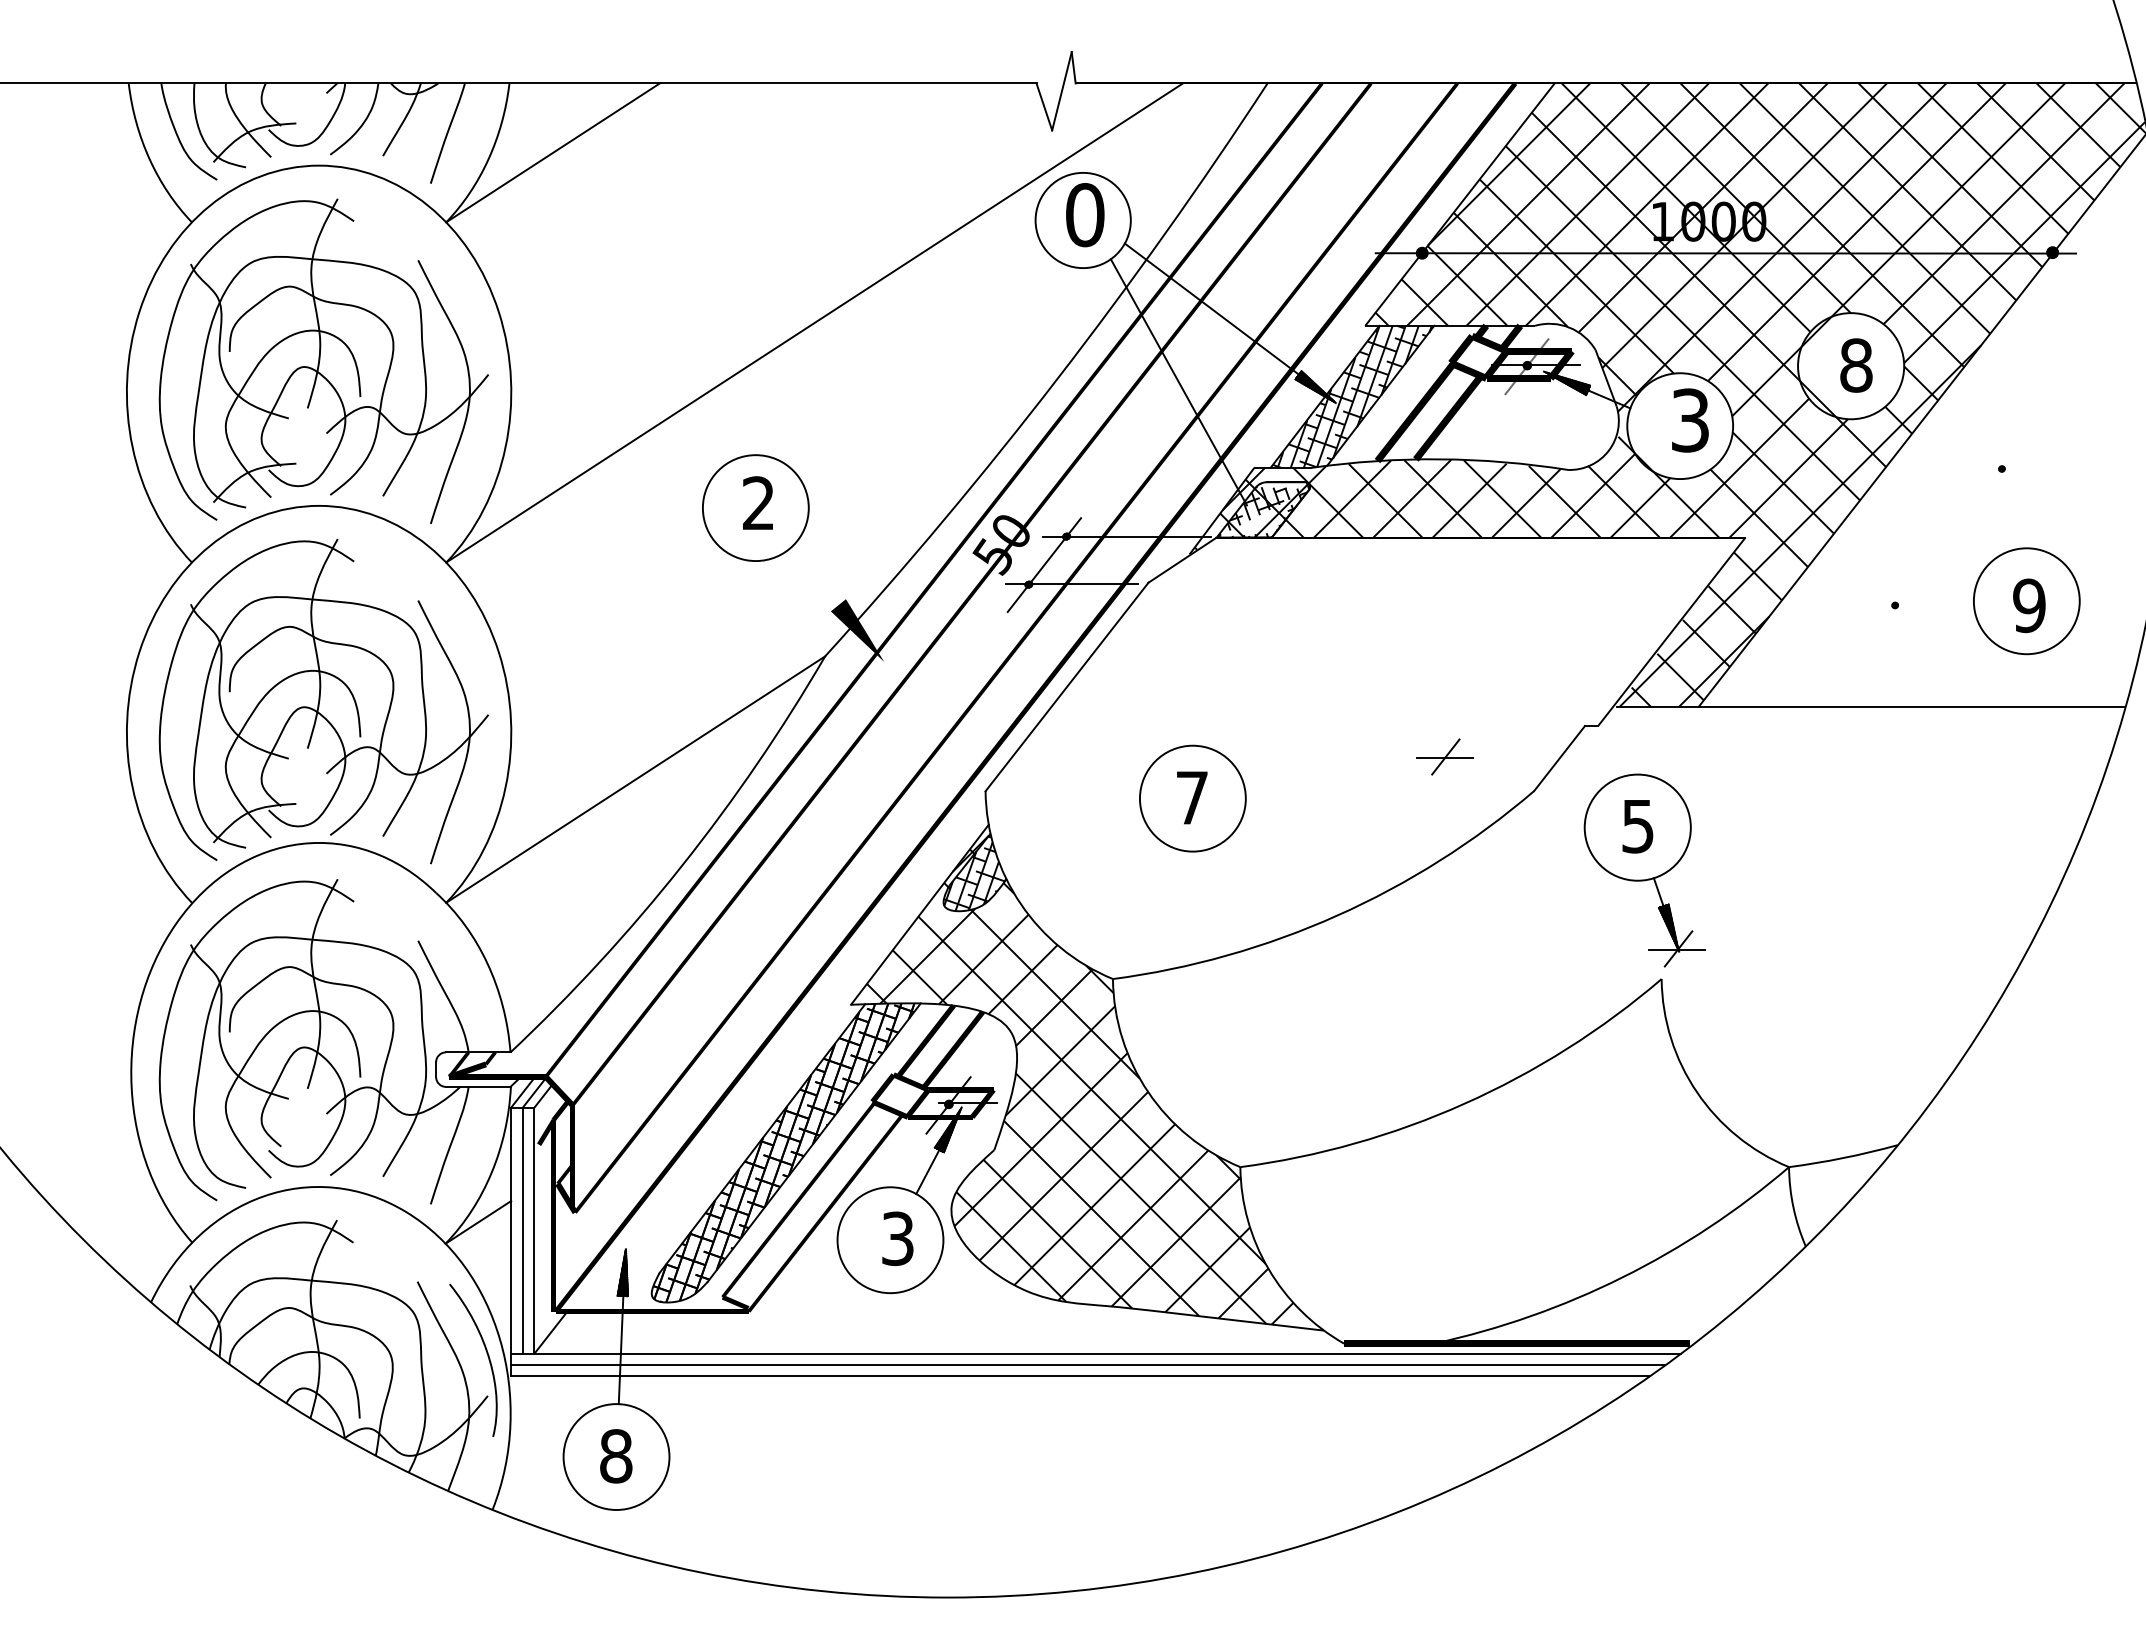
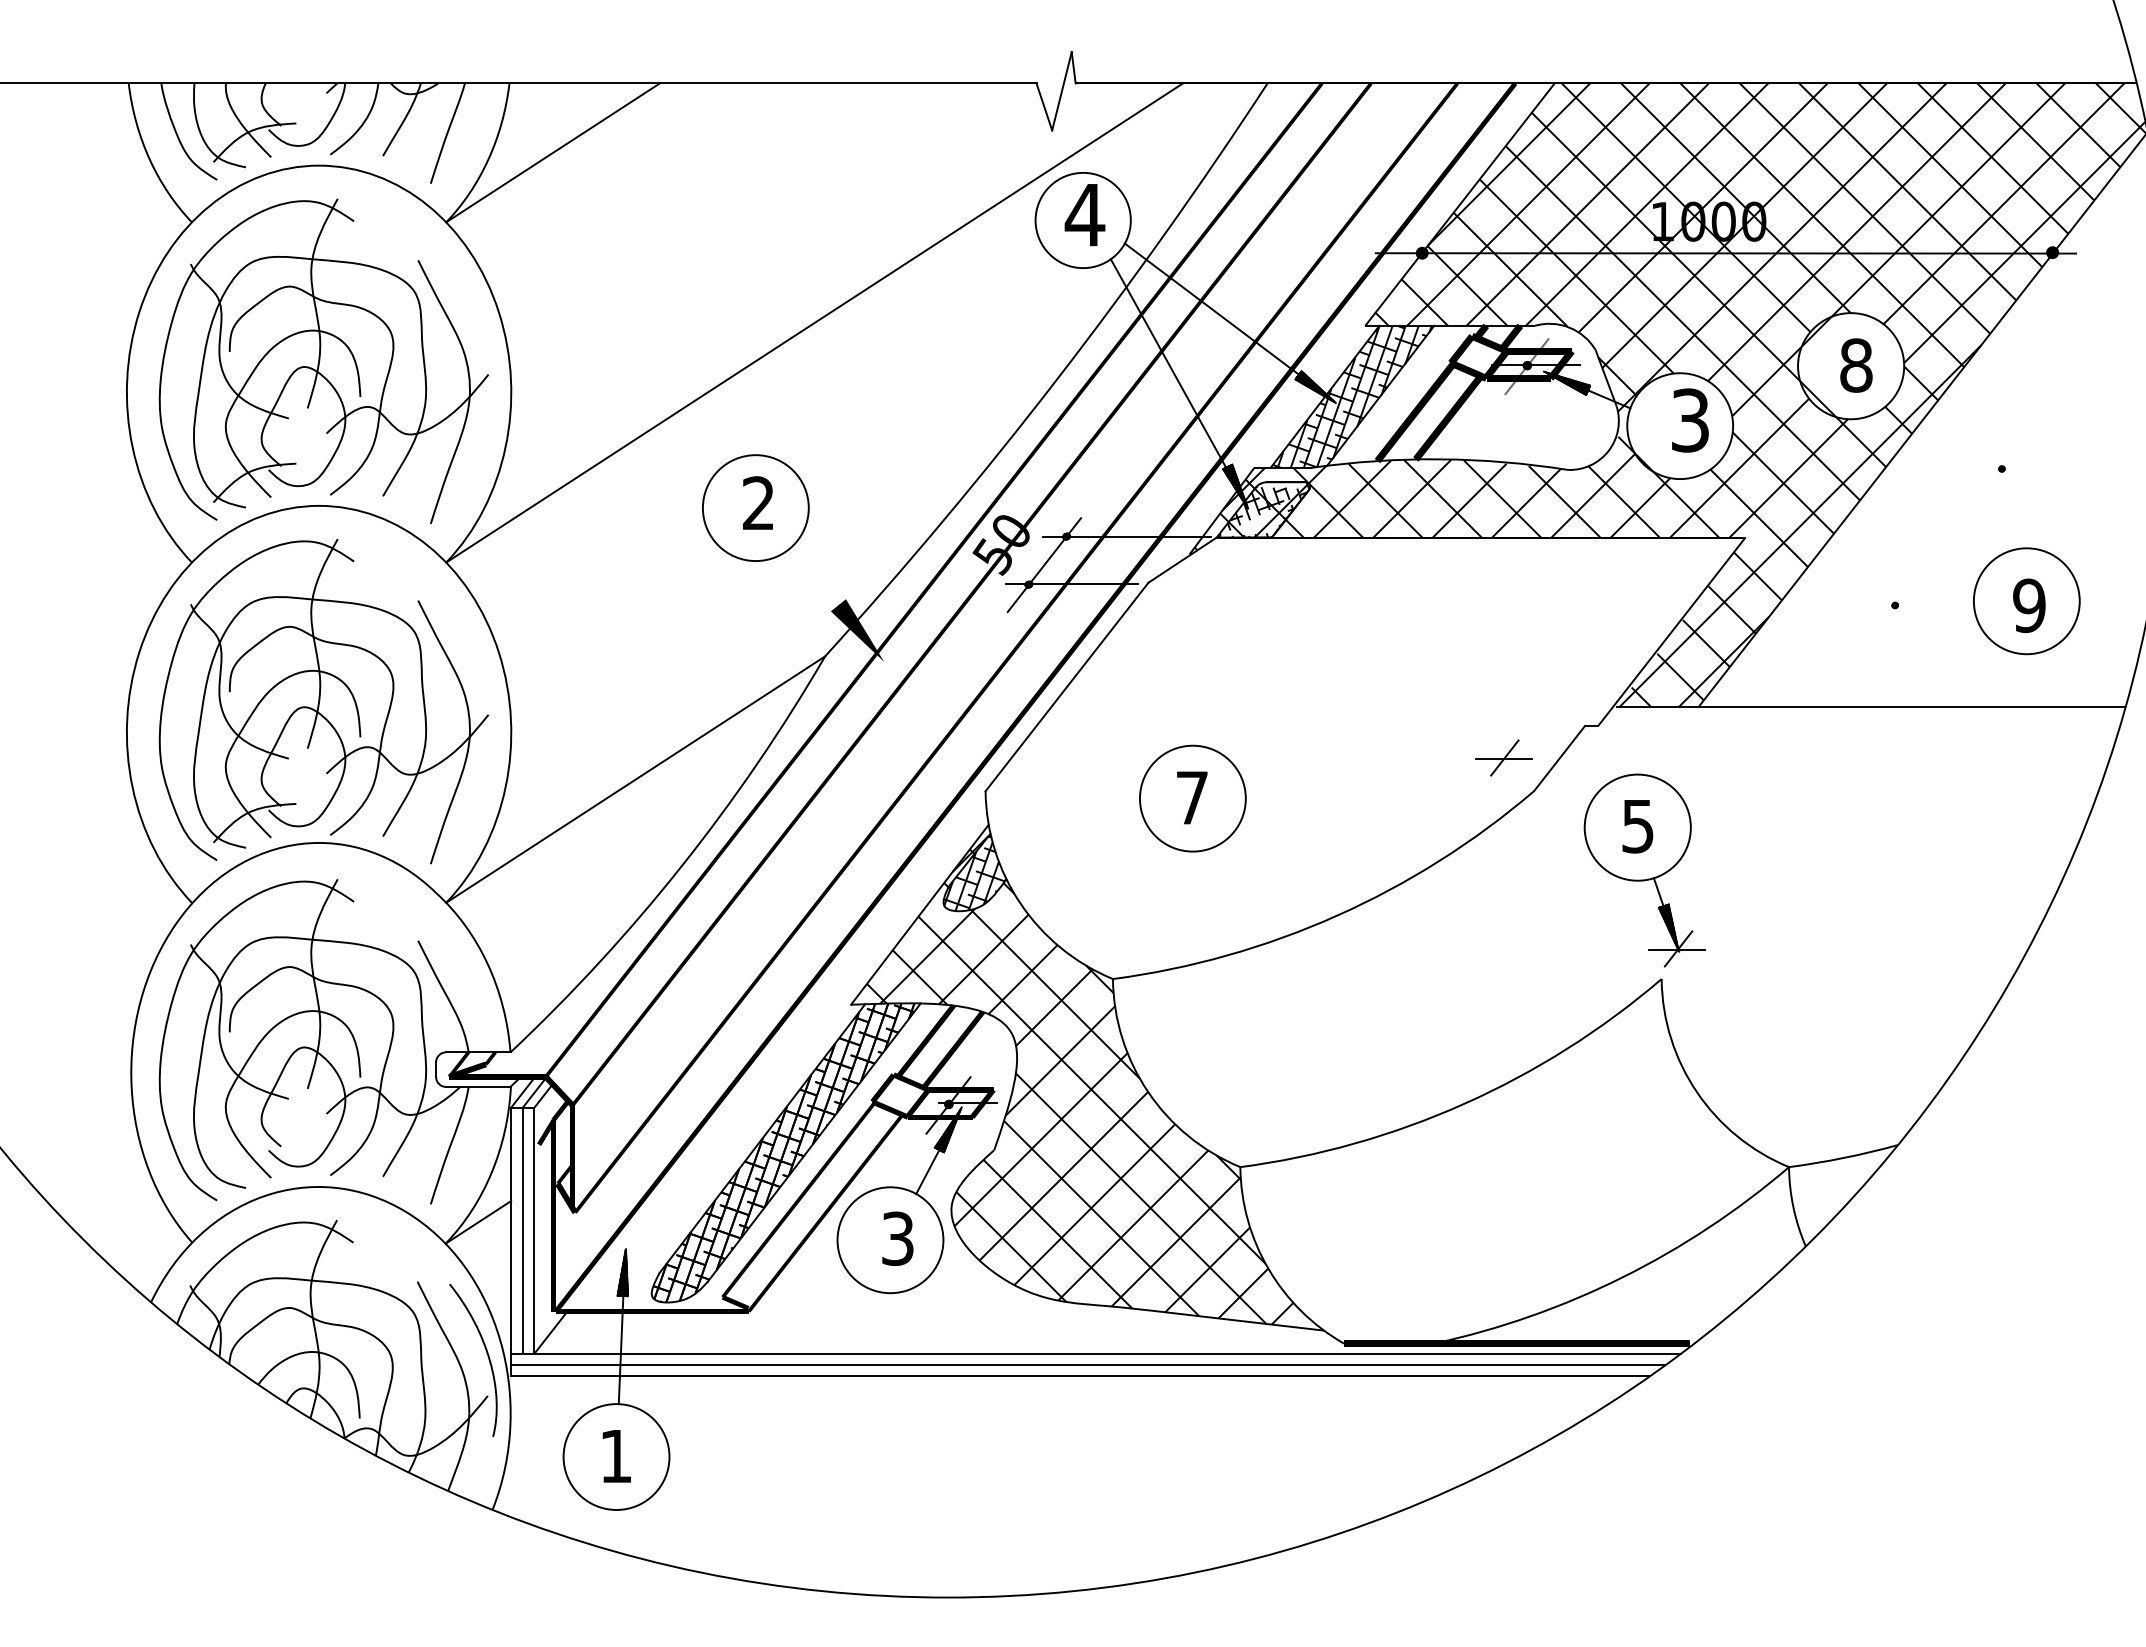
text at (1084, 215): 0 -> 4
hatch at (1235, 486): none -> present
part at (1444, 756) position: (1444, 756) -> (1503, 757)
text at (616, 1456): 8 -> 1
